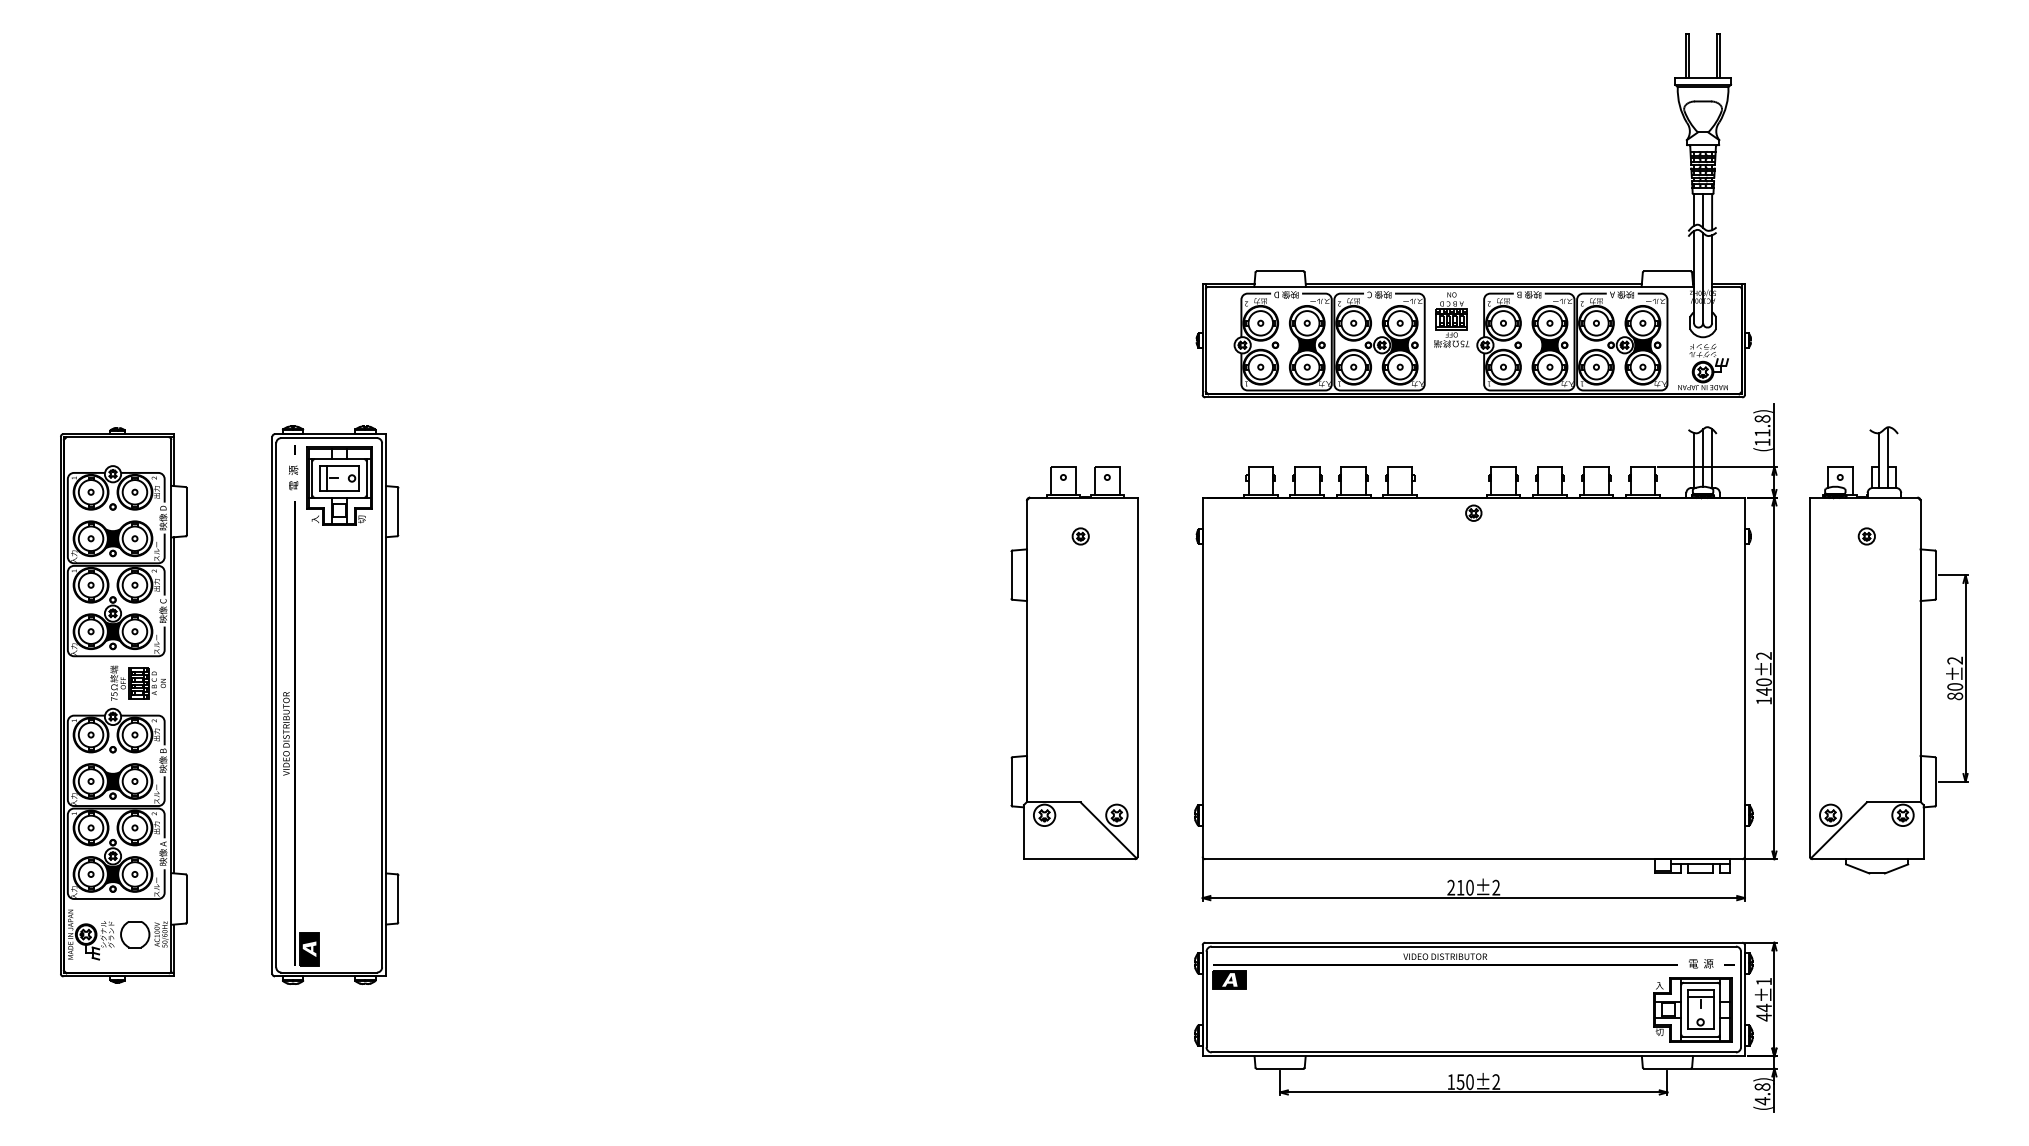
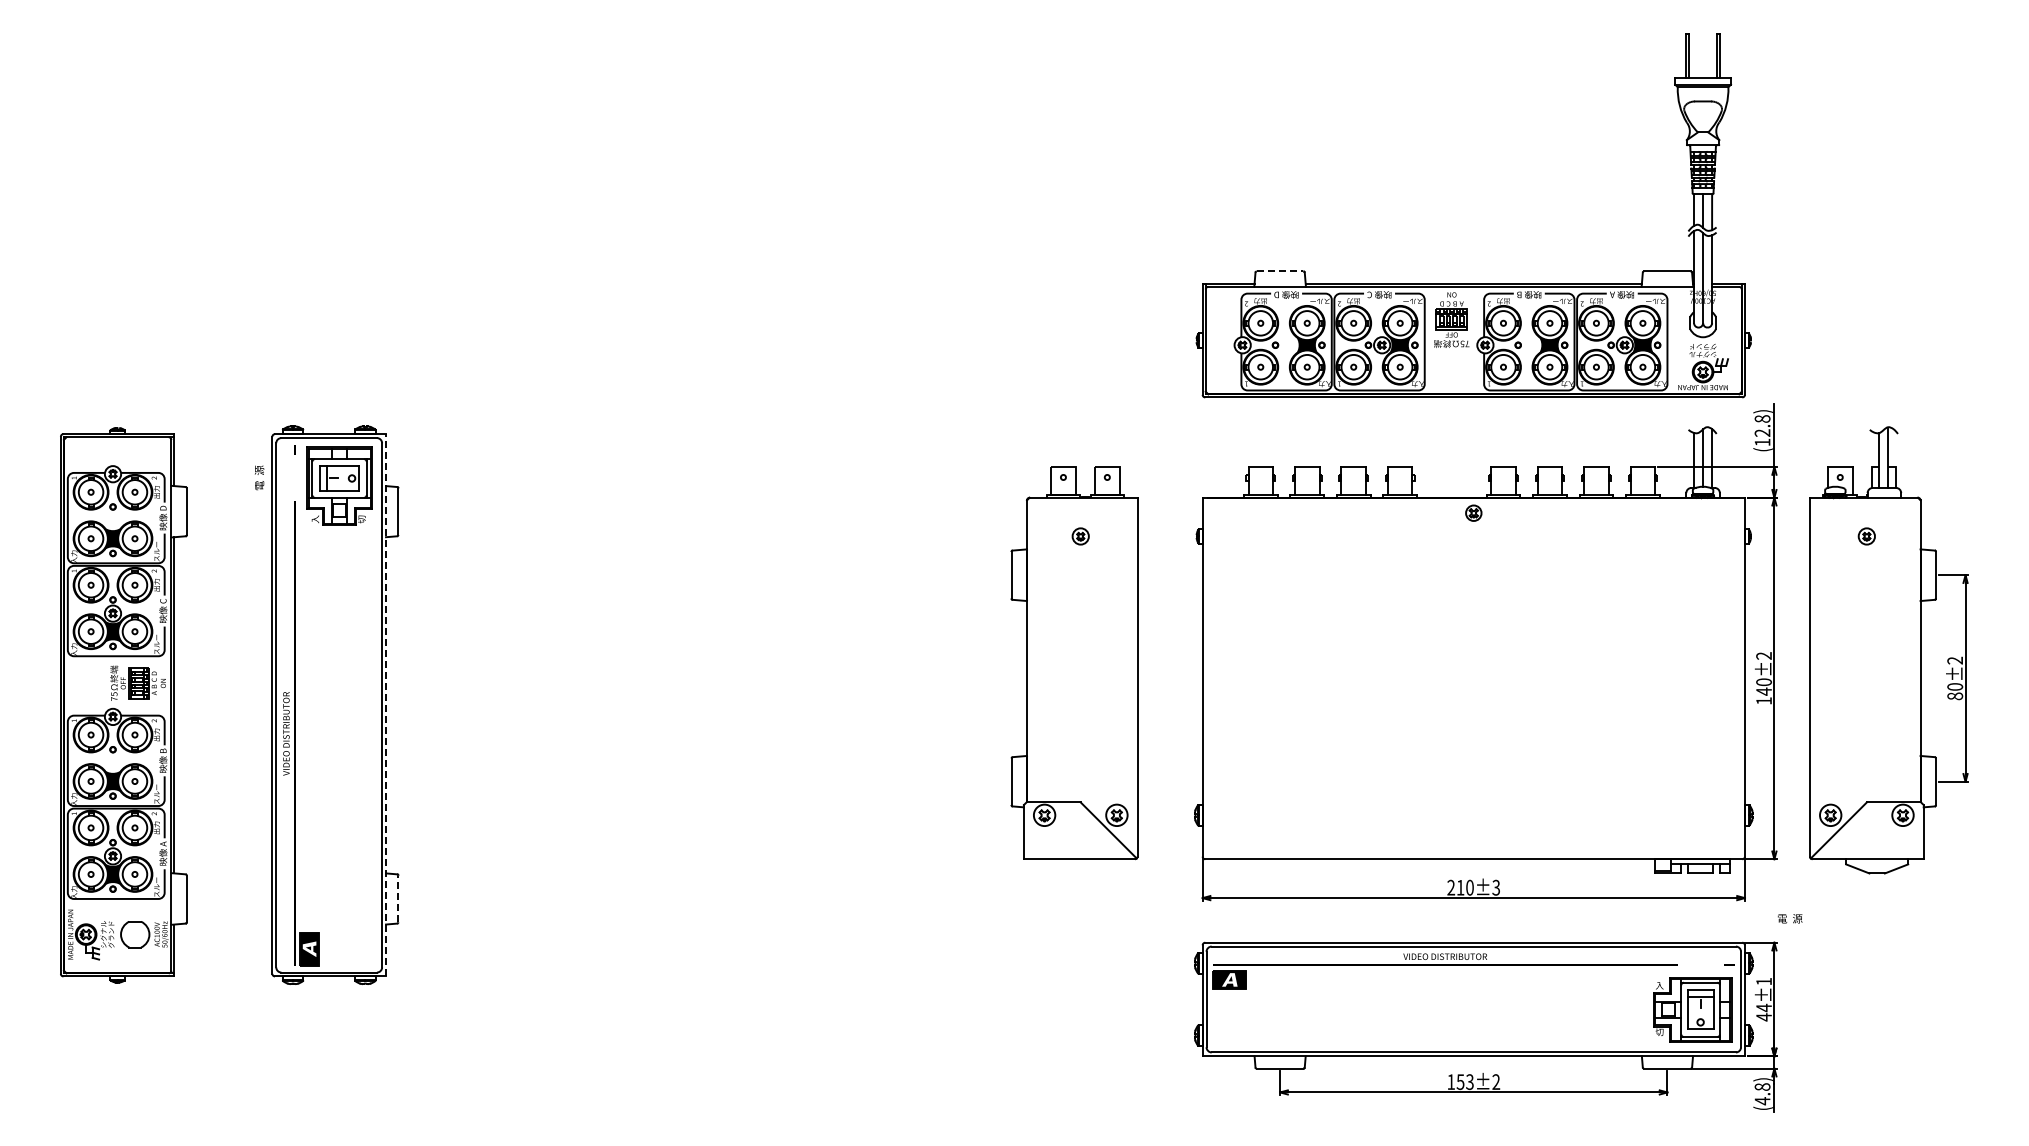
line at (1280, 271): solid -> dashed
text at (1762, 432): (11.8) -> (12.8)
text at (293, 477) position: (293, 477) -> (259, 477)
line at (386, 704): solid -> dashed
text at (1496, 887): 210±2 -> 210±3
line at (398, 898): solid -> dashed
text at (1701, 963) position: (1701, 963) -> (1790, 918)
text at (1469, 1081): 150±2 -> 153±2
